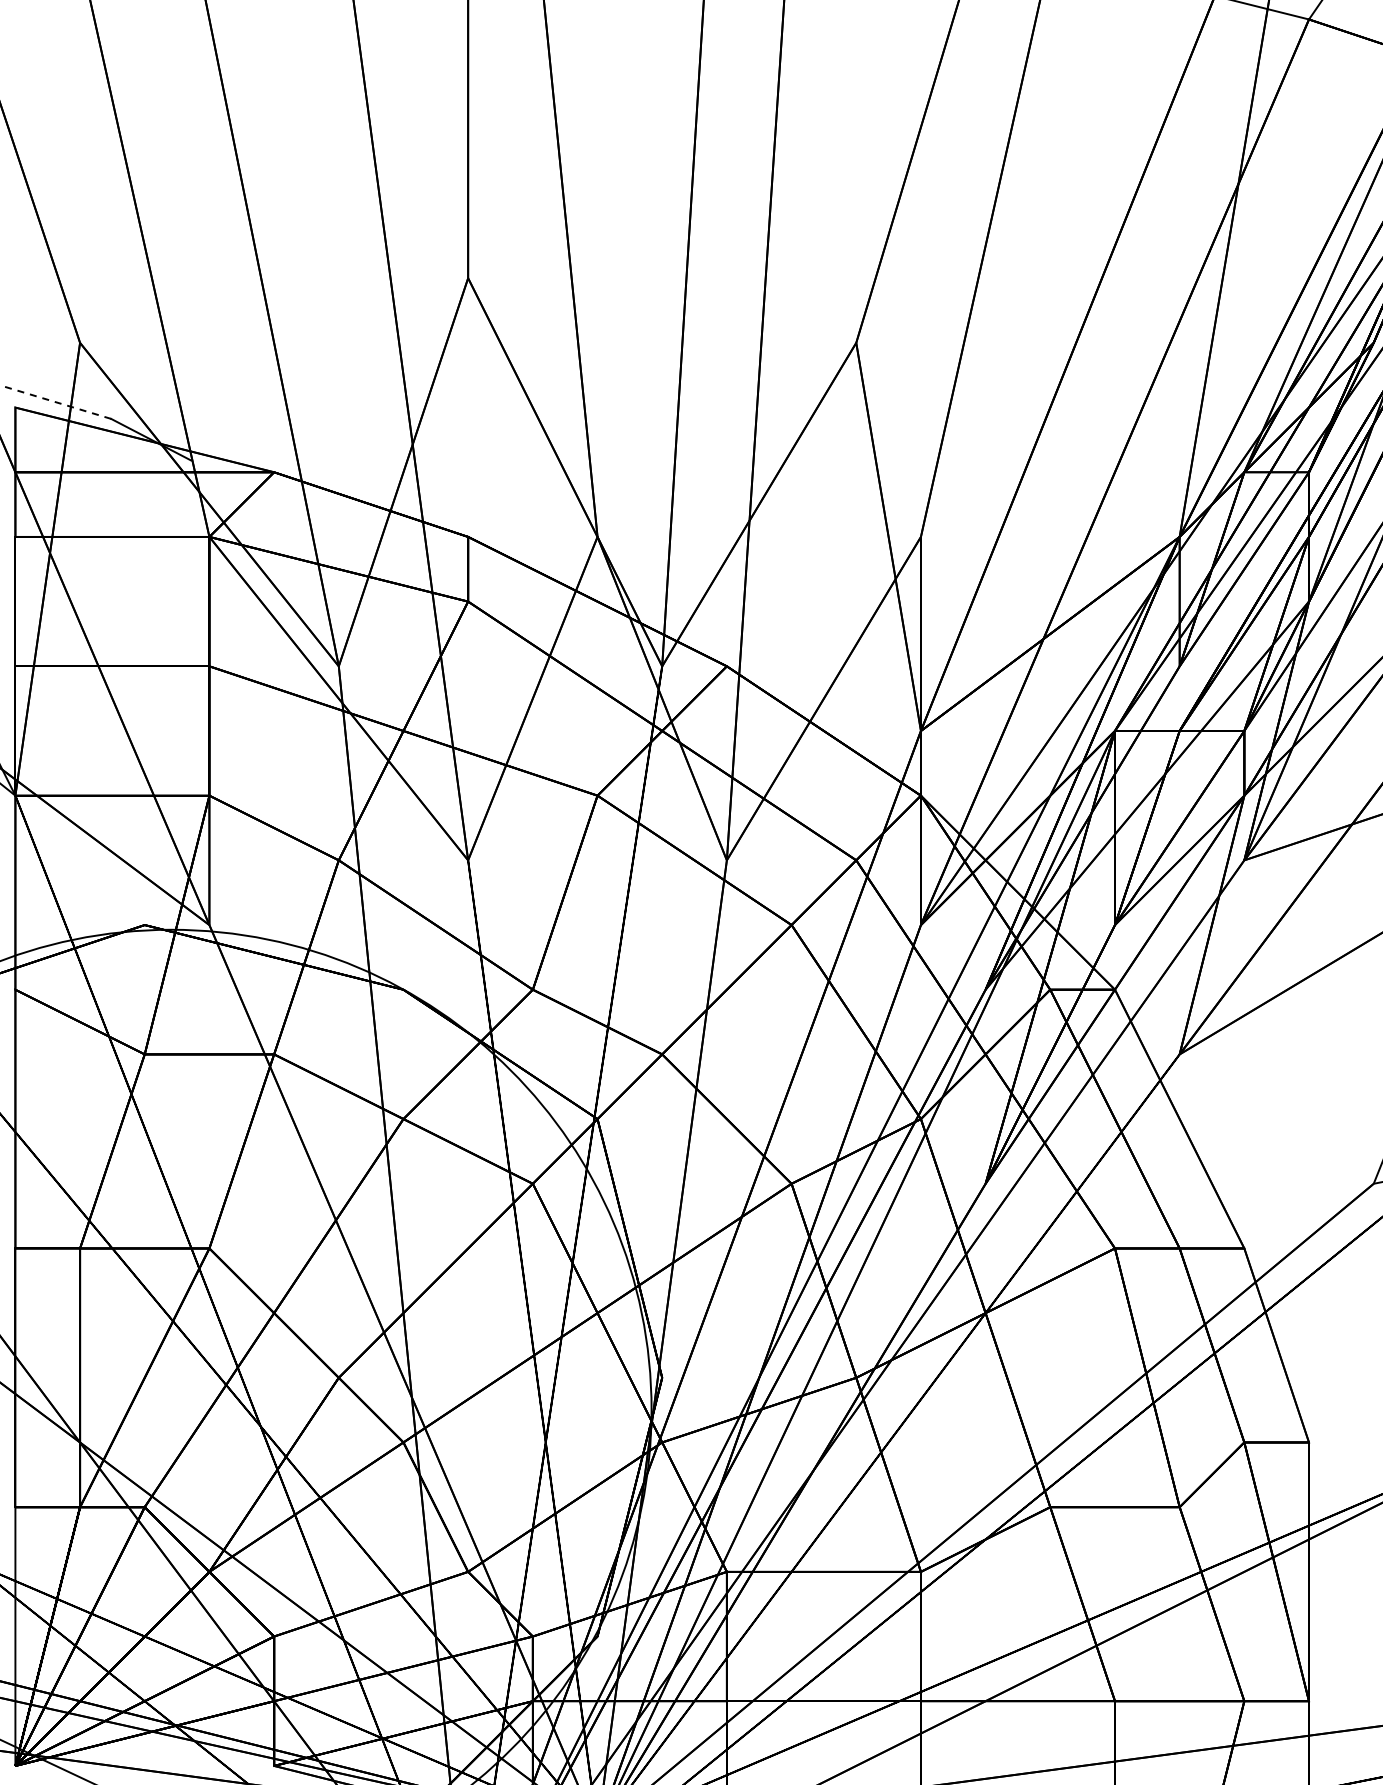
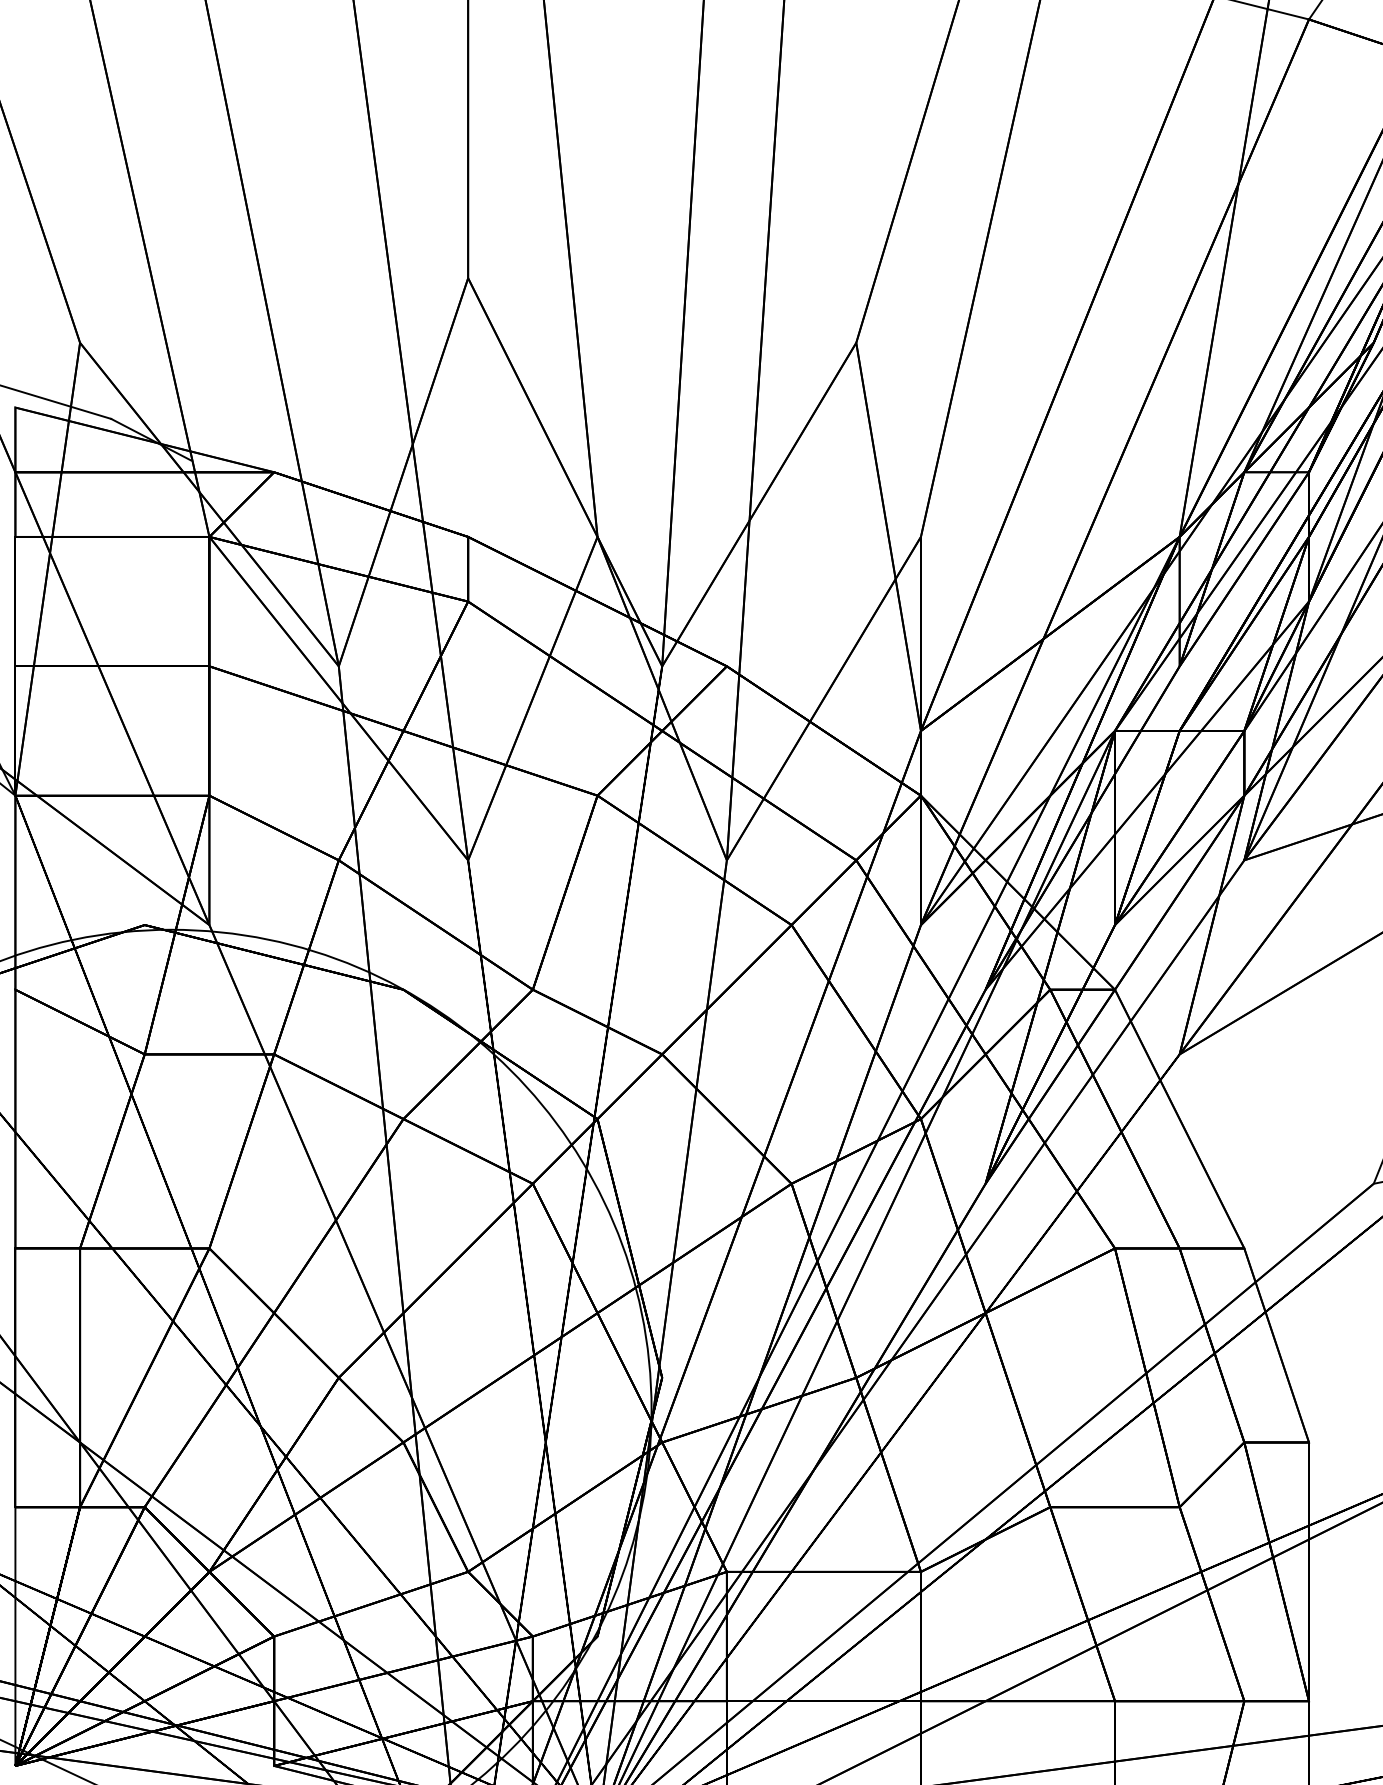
line at (55, 402): dashed -> solid
